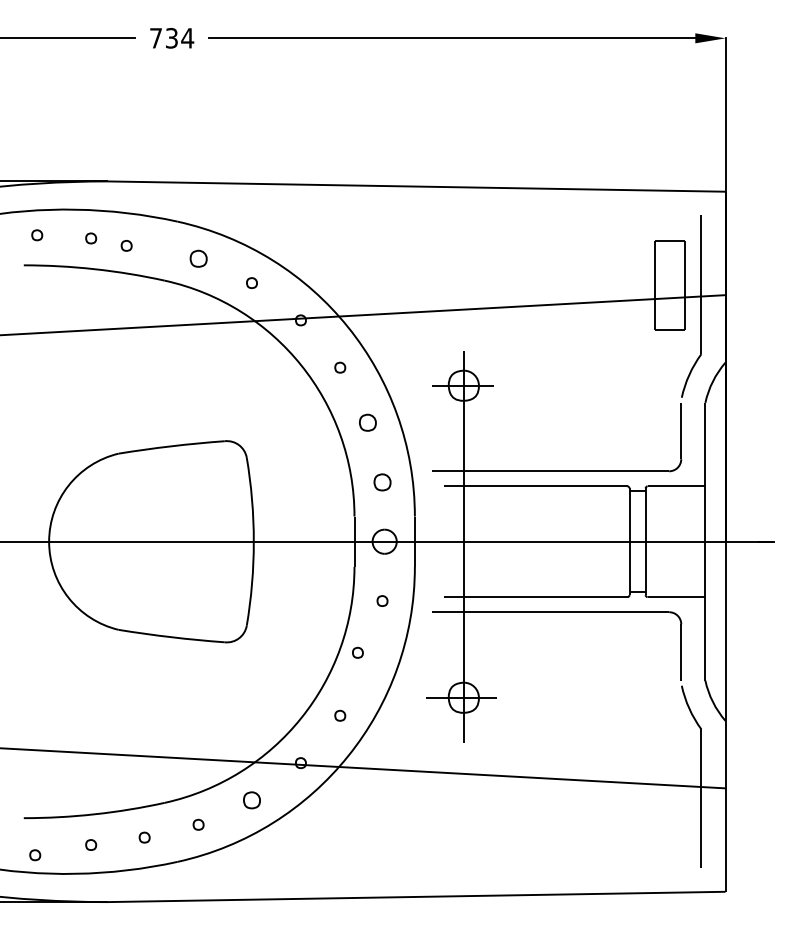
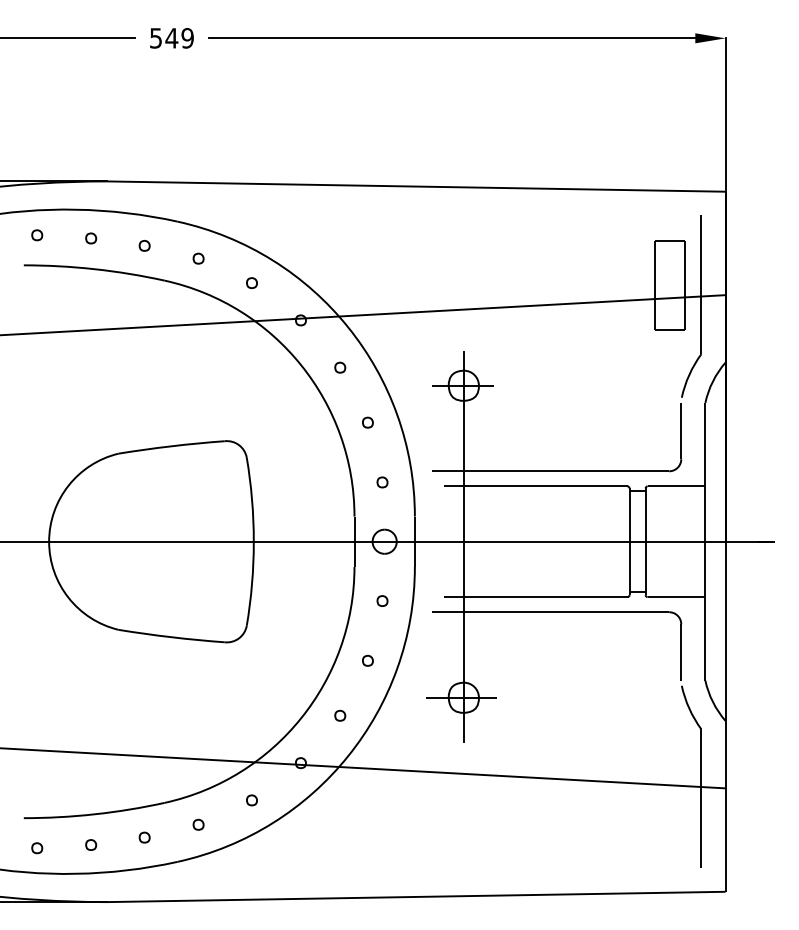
text at (172, 38): 734 -> 549
part at (126, 245) position: (126, 245) -> (144, 245)
part at (198, 258) size: 19x19 px -> 13x13 px
part at (367, 422) size: 18x19 px -> 12x13 px
part at (382, 482) size: 19x19 px -> 13x13 px
part at (357, 652) position: (357, 652) -> (367, 660)
part at (251, 800) size: 18x19 px -> 12x13 px
part at (35, 855) position: (35, 855) -> (37, 848)
